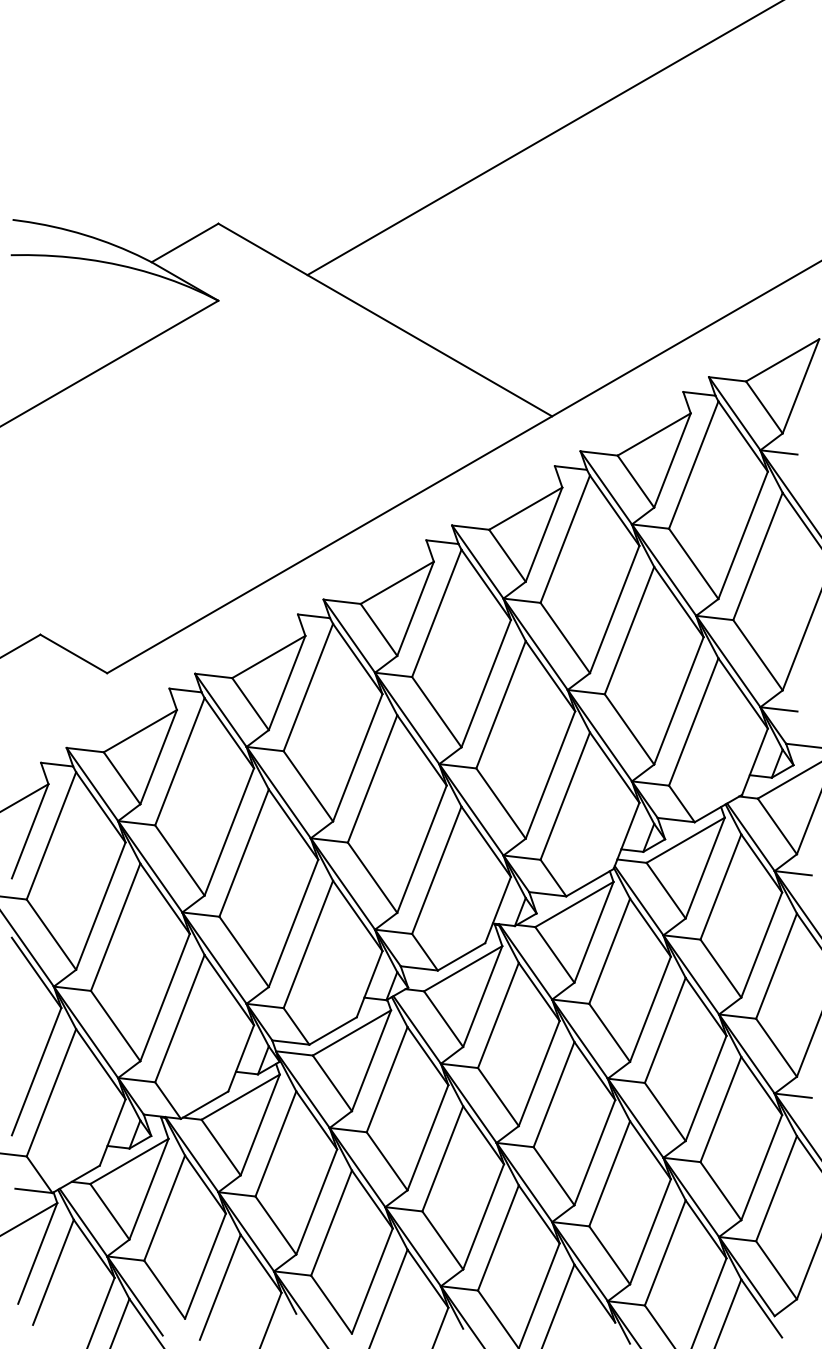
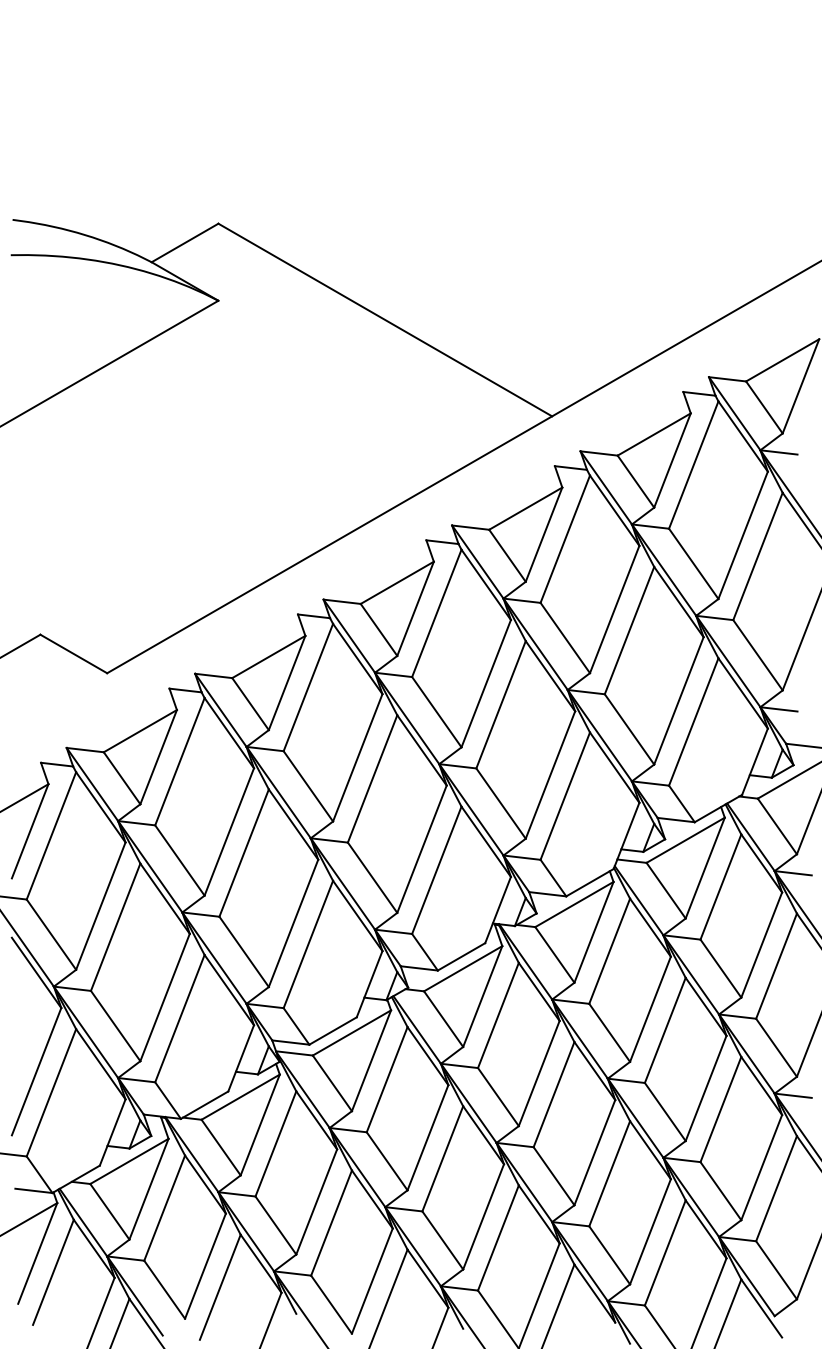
line at (543, 138): present -> none
